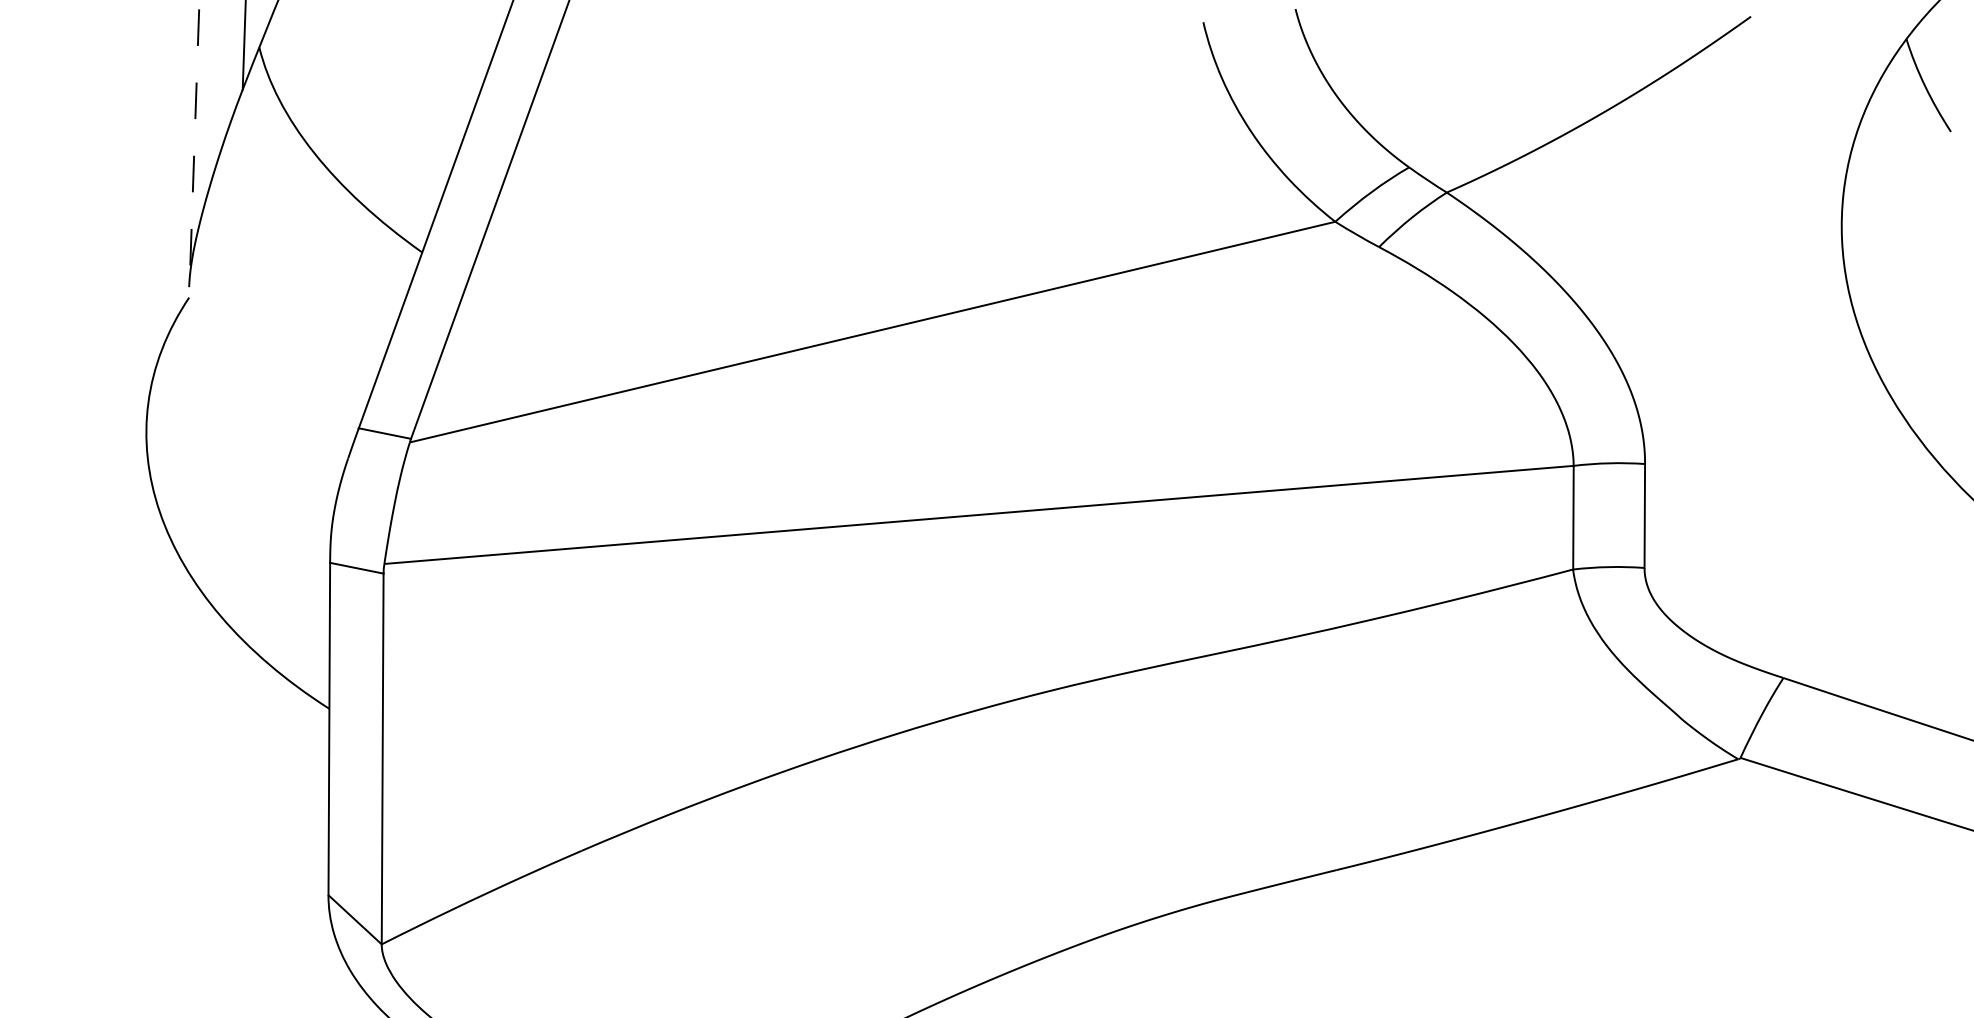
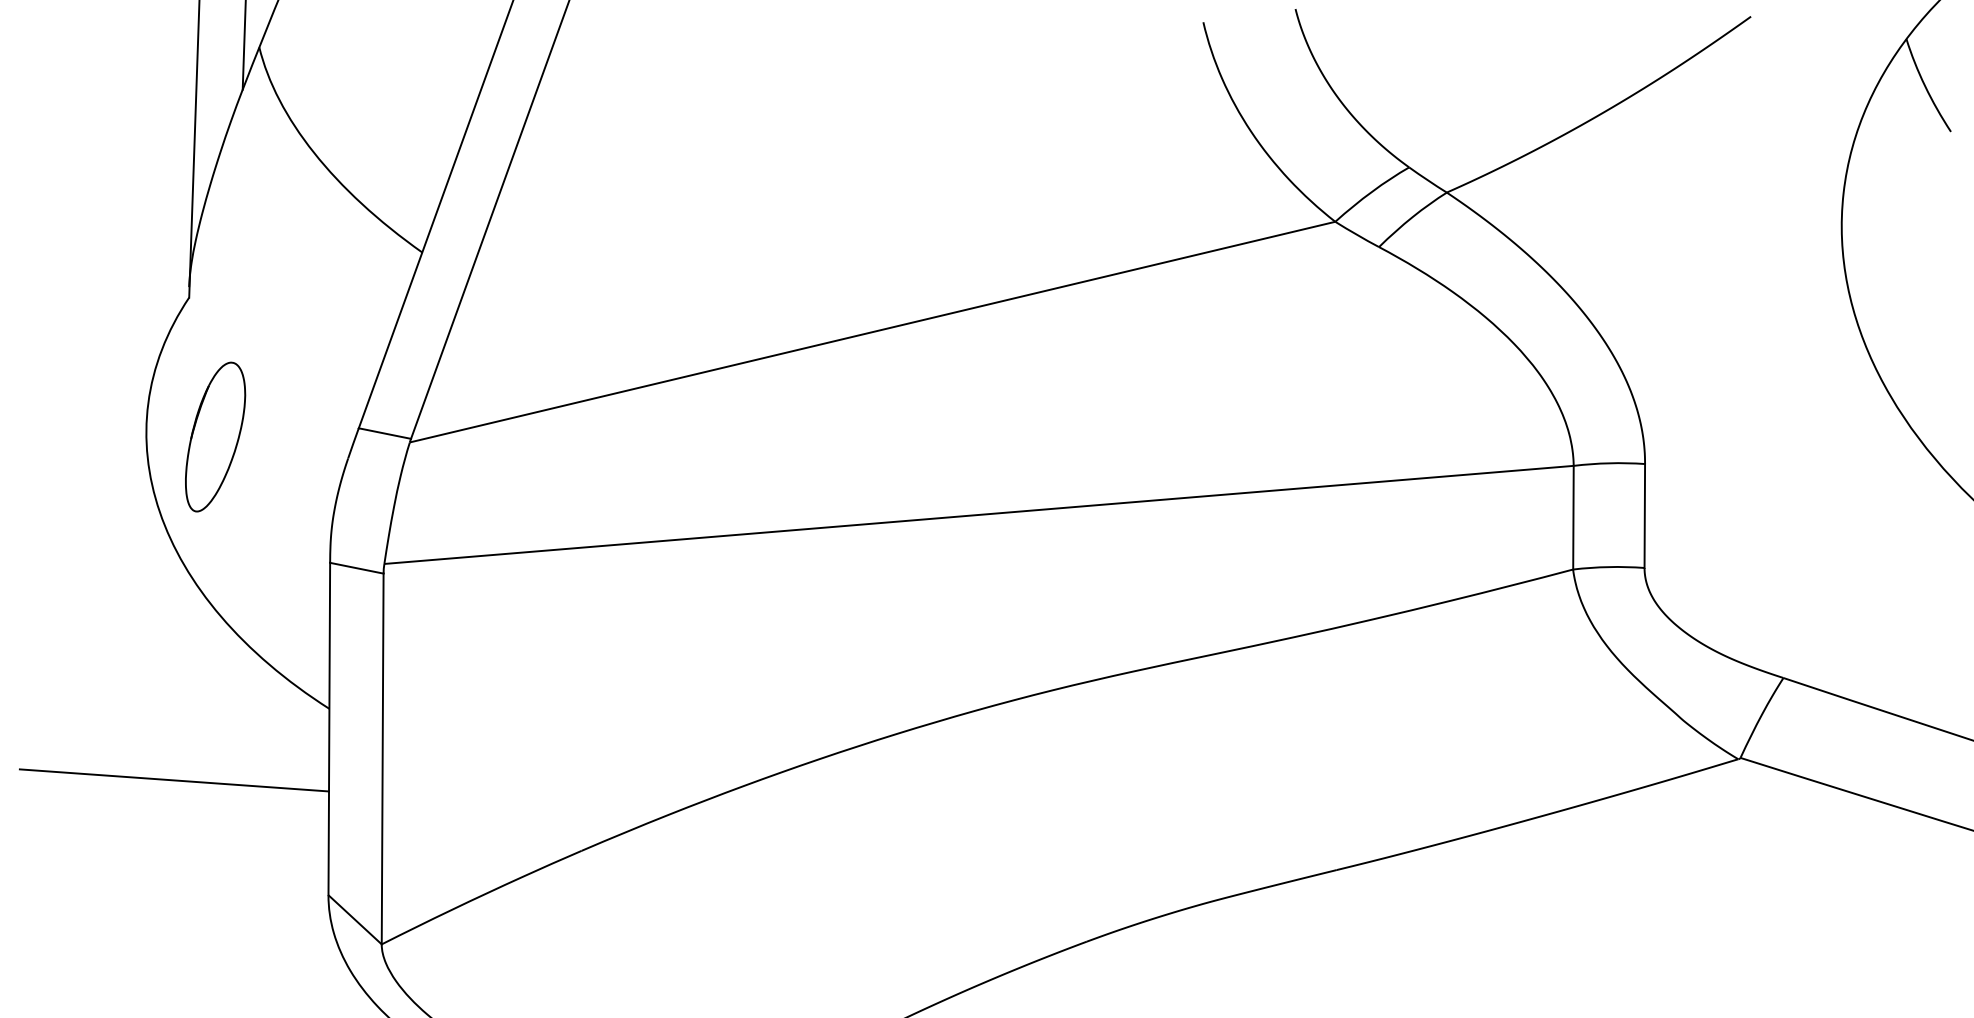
line at (194, 149): dashed -> solid
part at (215, 436): none -> present
line at (174, 780): none -> present
